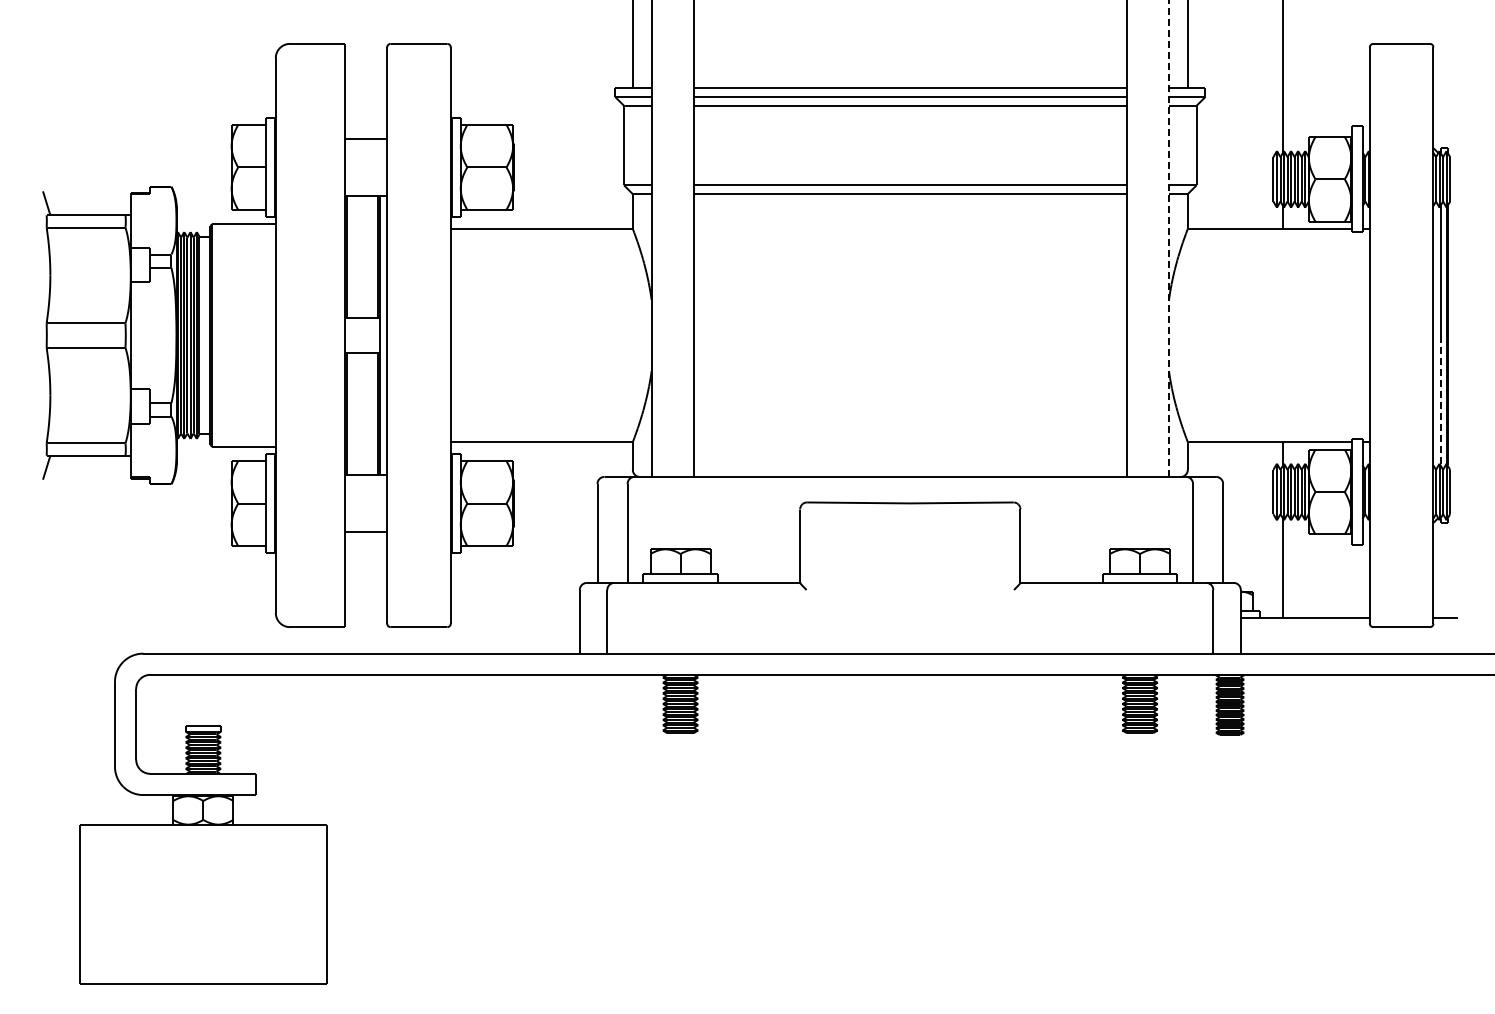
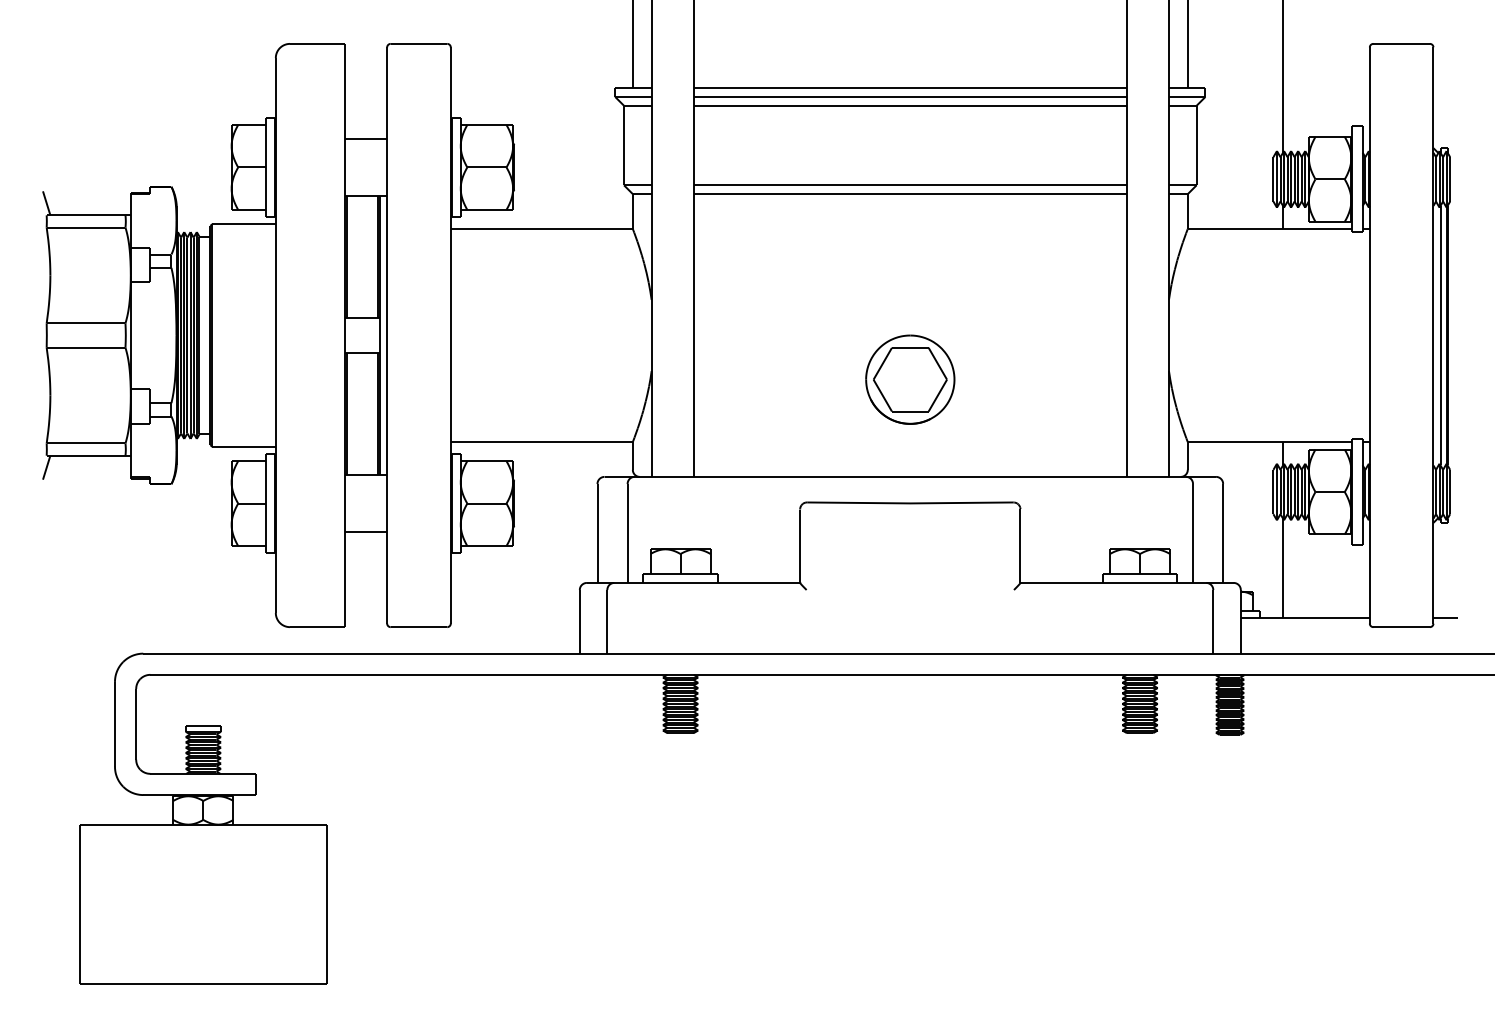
line at (1168, 238): dashed -> solid
part at (910, 379): none -> present
line at (1440, 400): dashed -> solid
